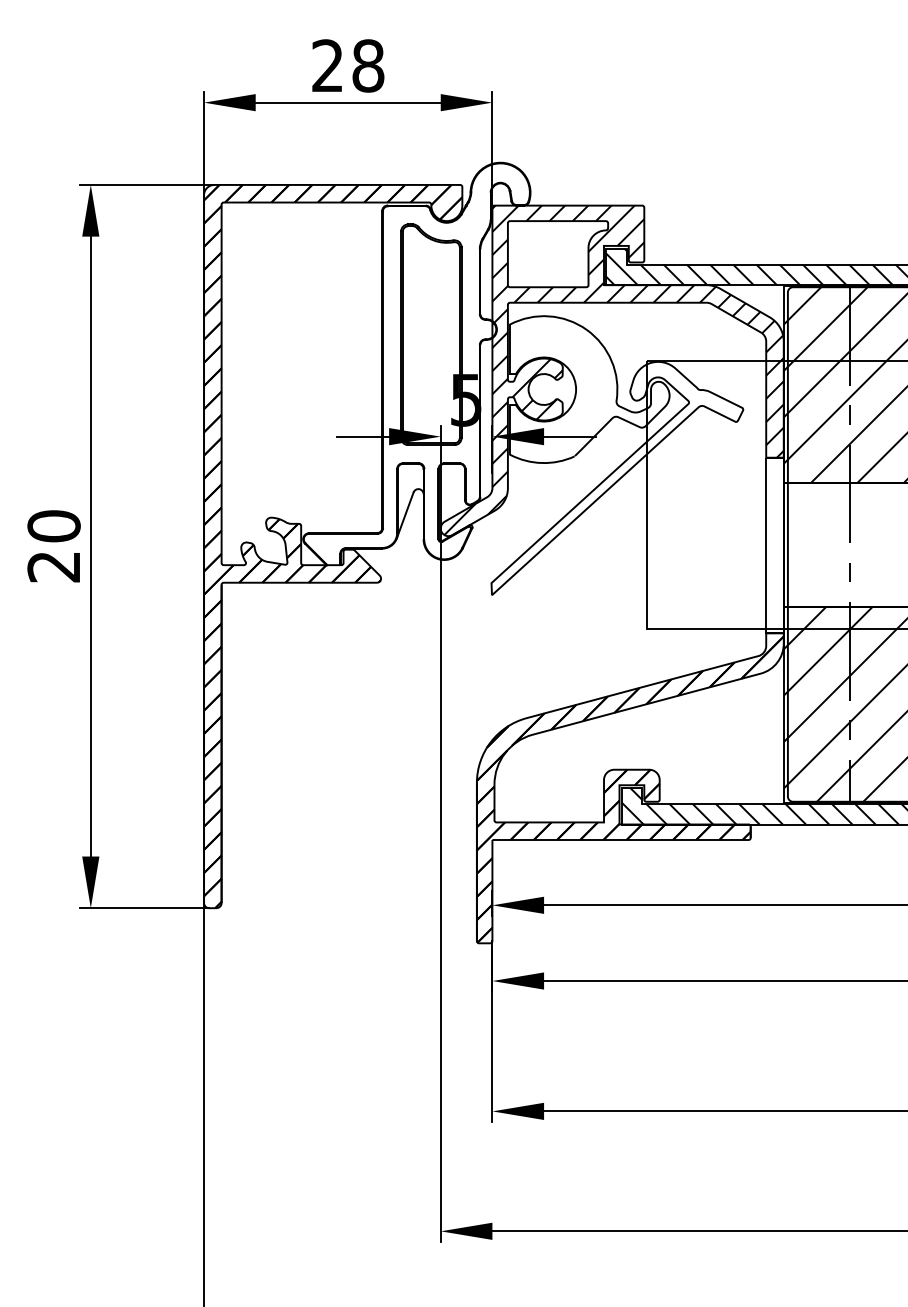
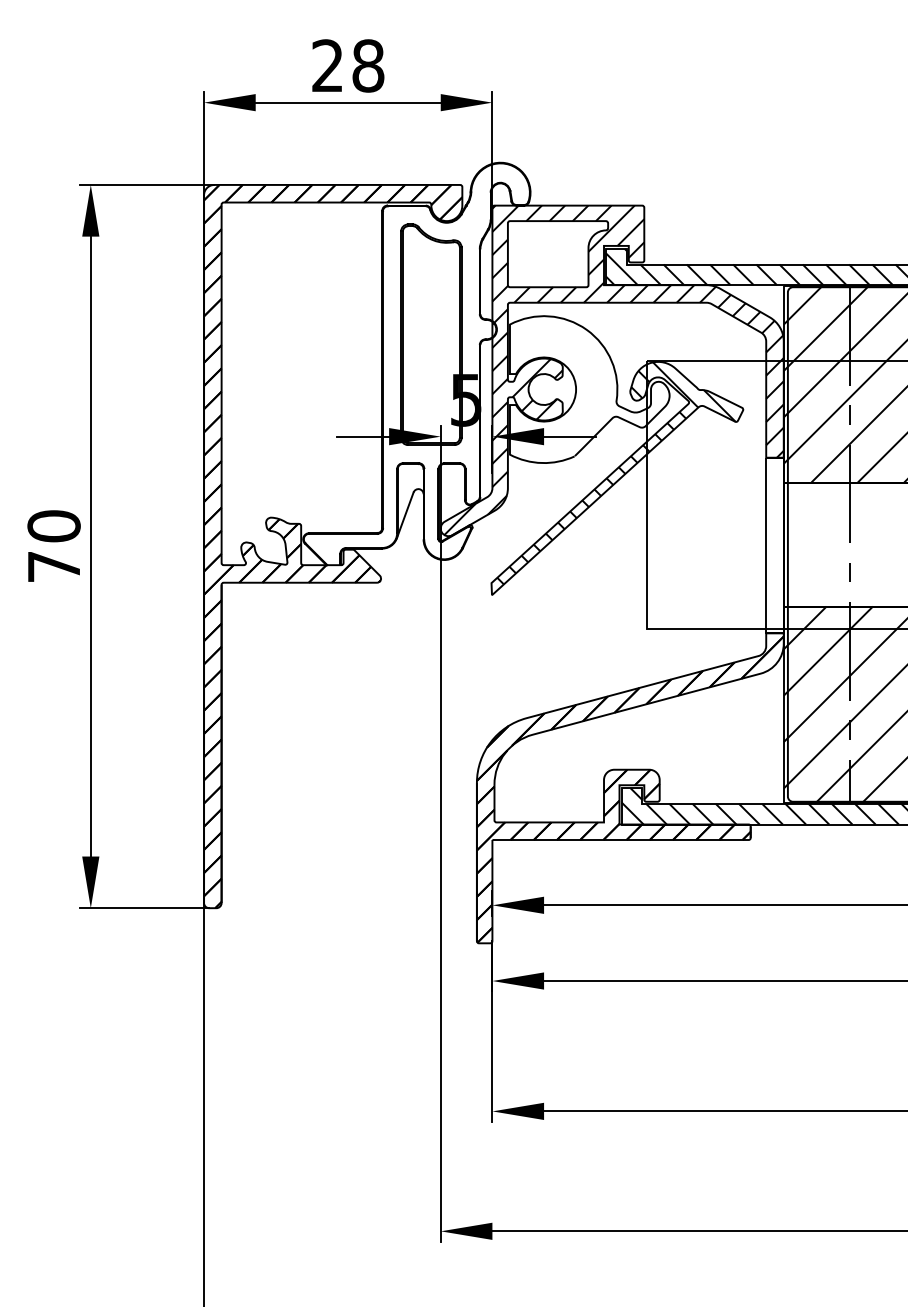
hatch at (616, 473): none -> present
text at (53, 567): 20 -> 70
